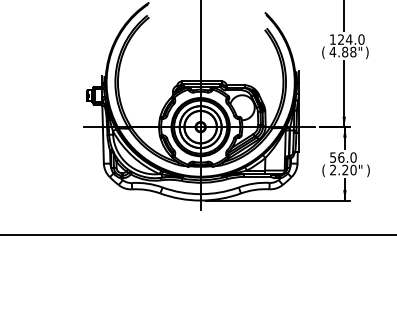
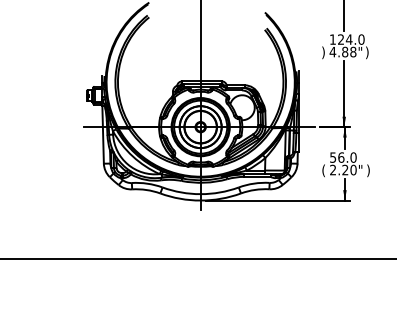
text at (323, 52): ( -> )
line at (197, 235) position: (197, 235) -> (197, 259)
